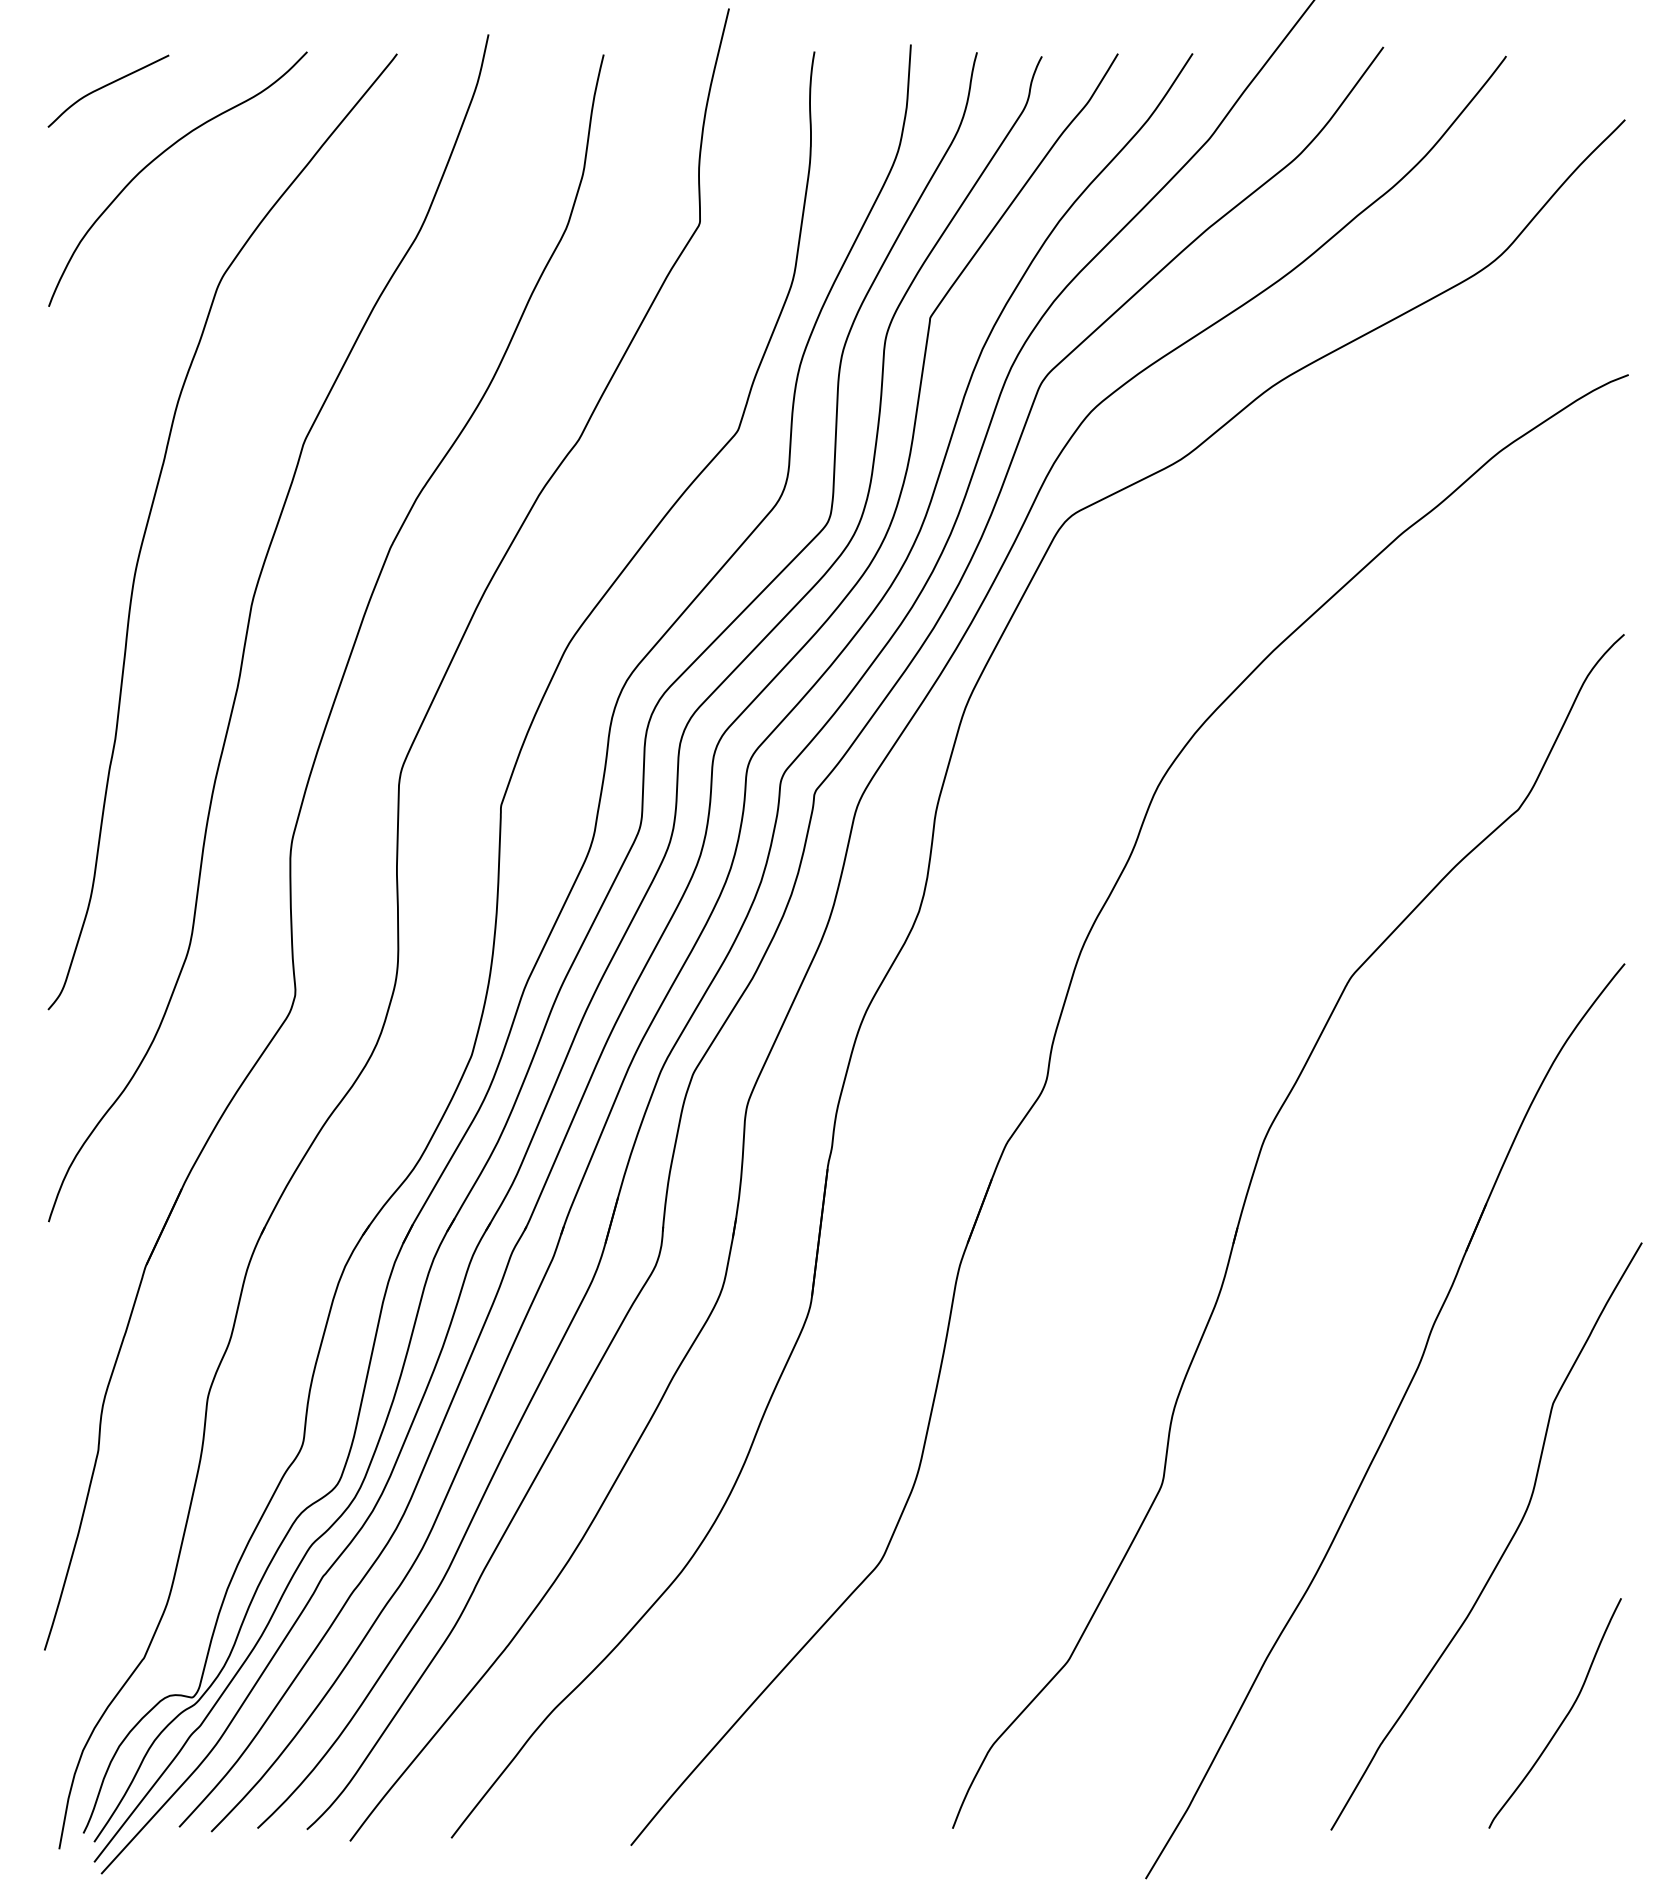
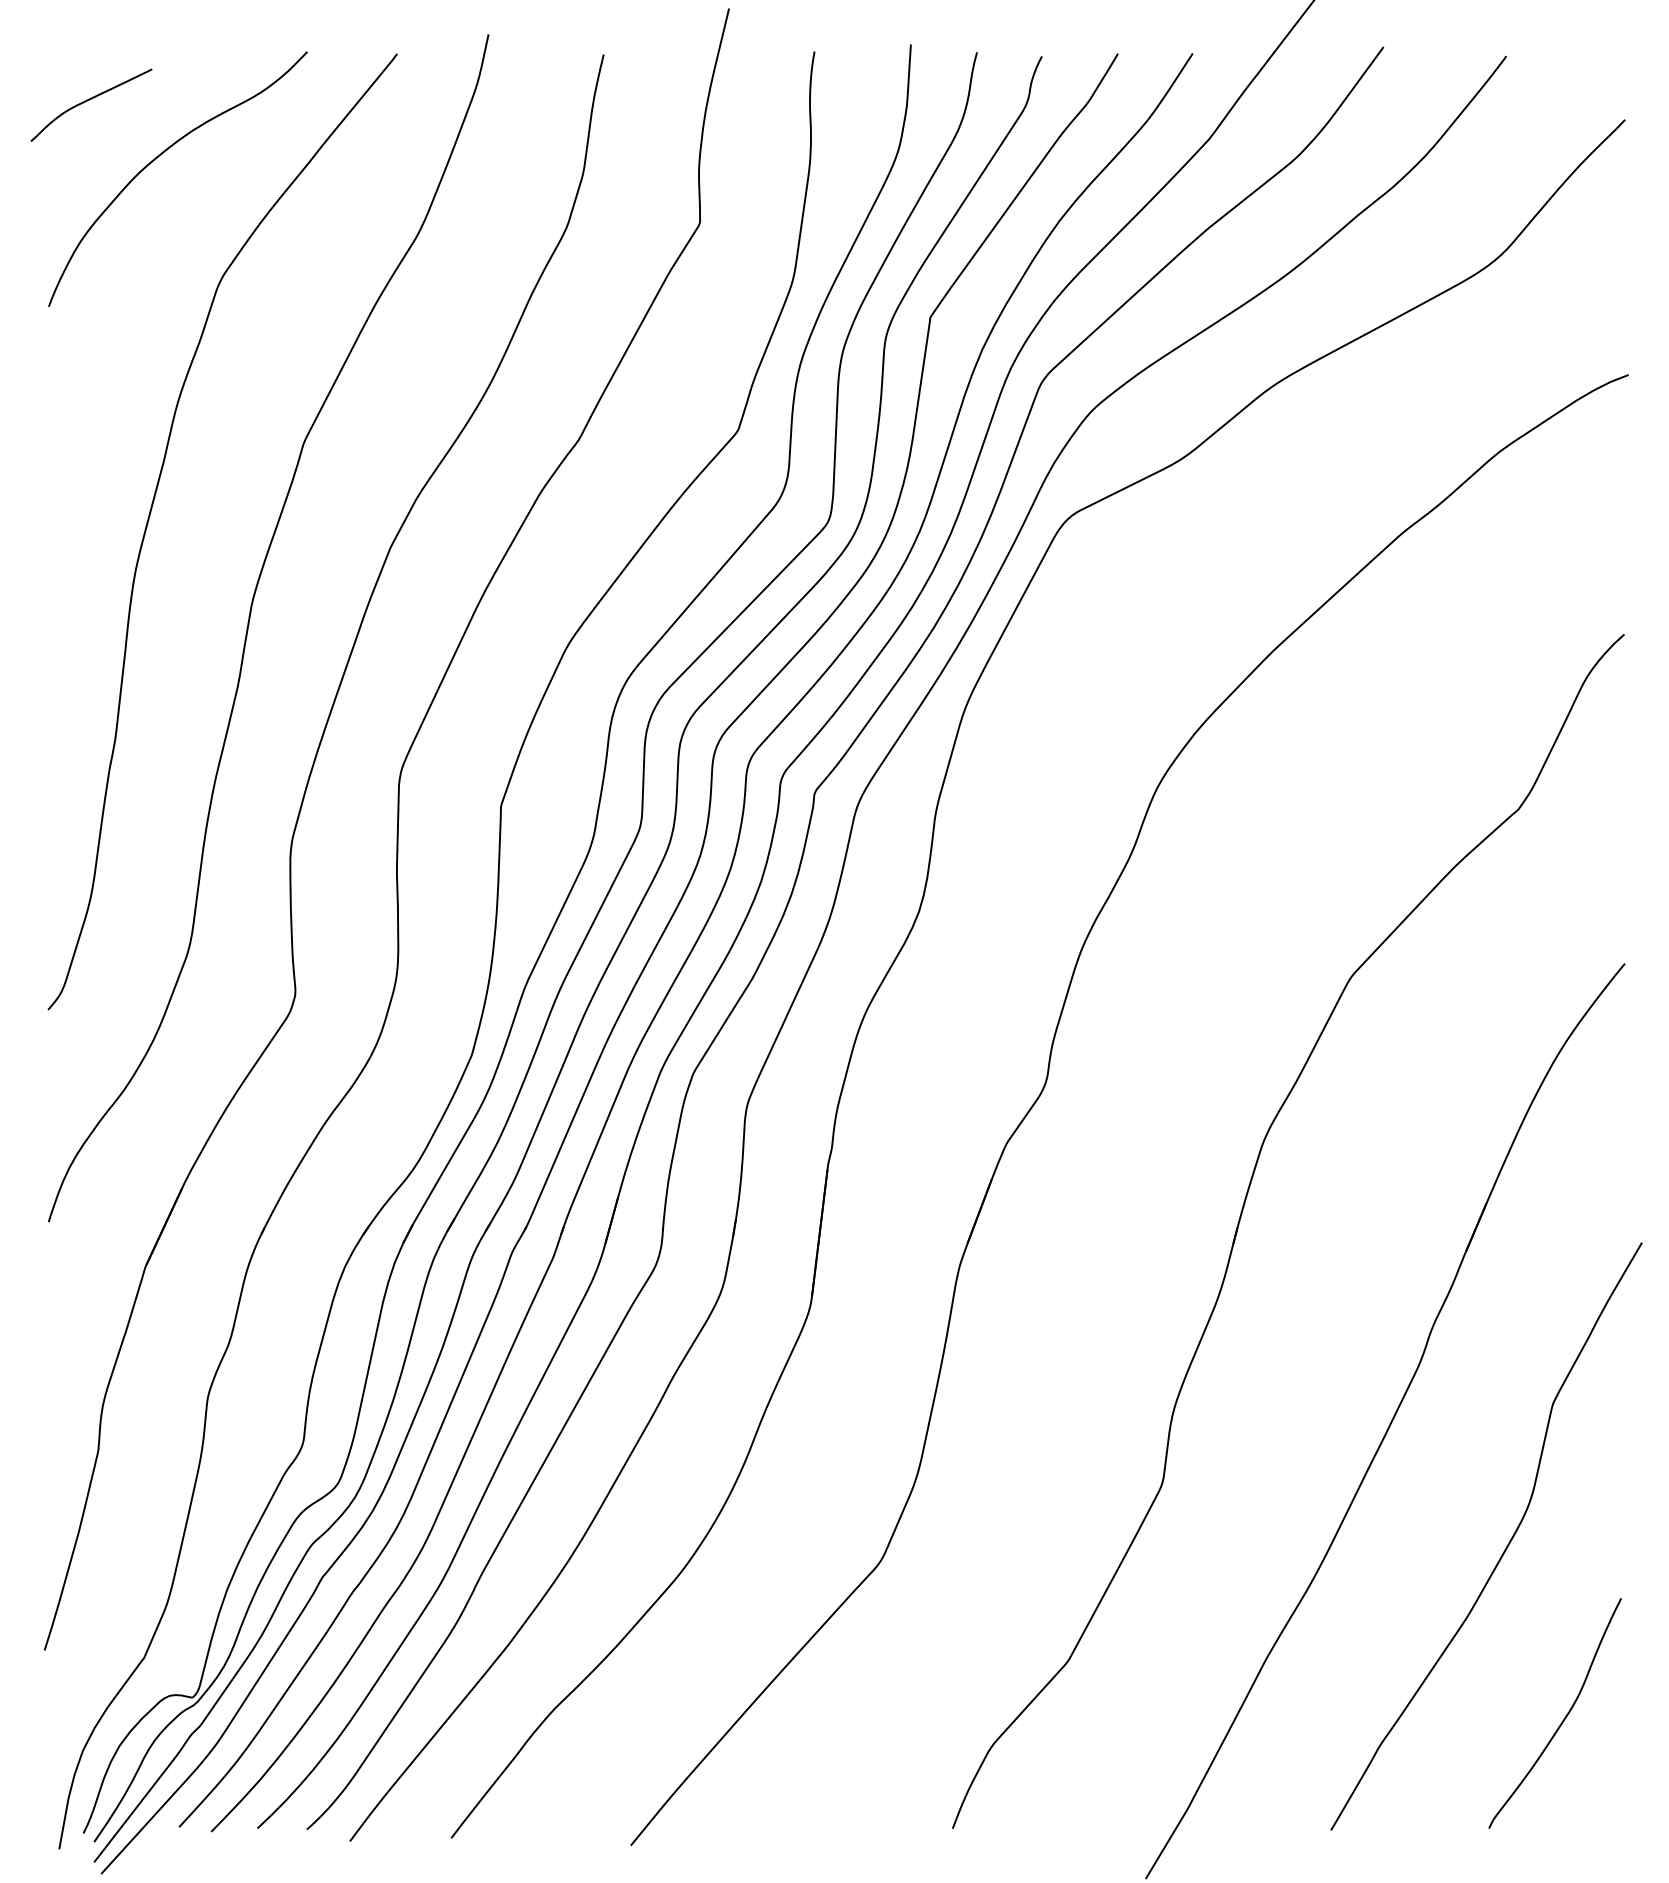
curve at (106, 86) position: (106, 86) -> (89, 100)
